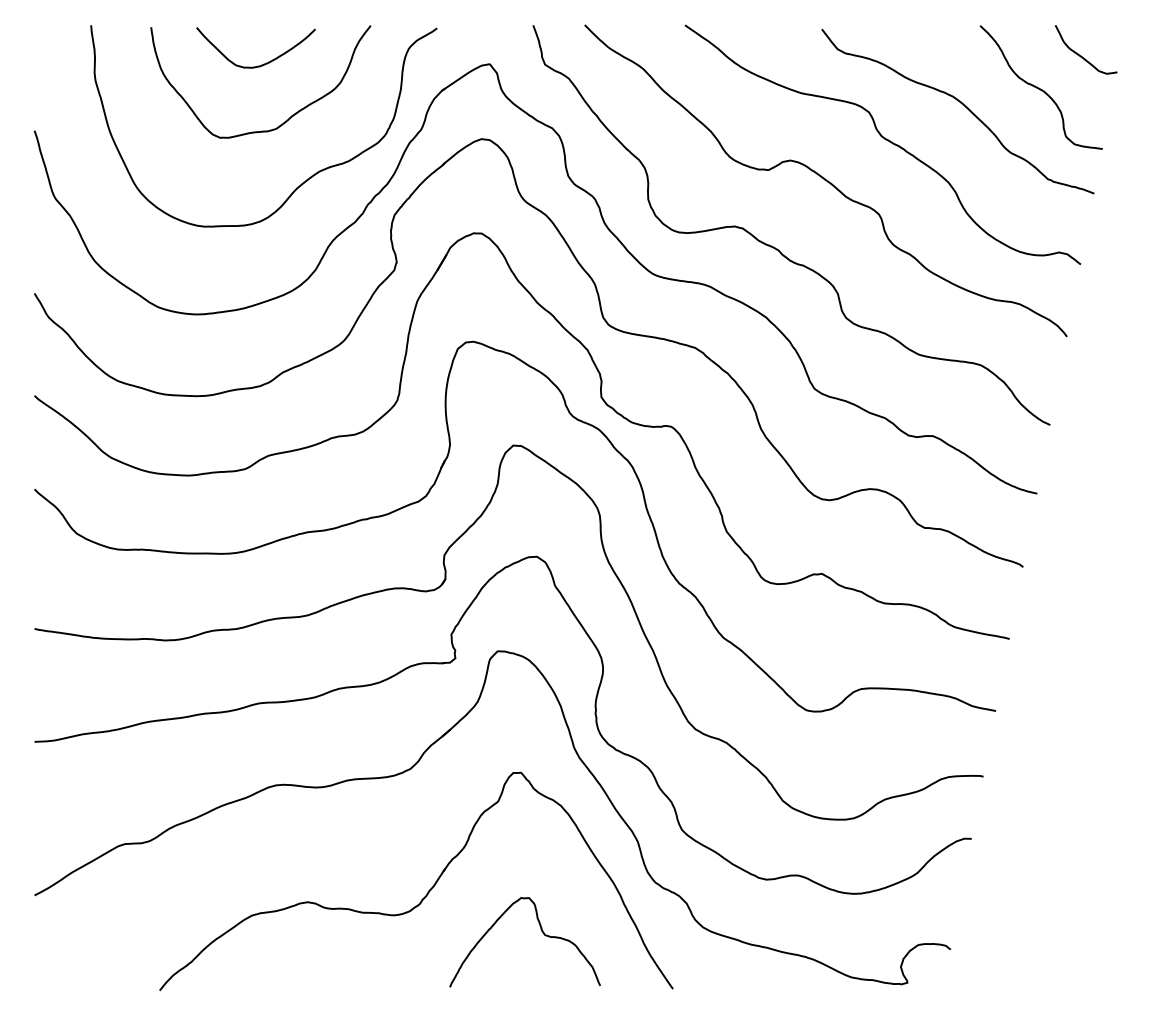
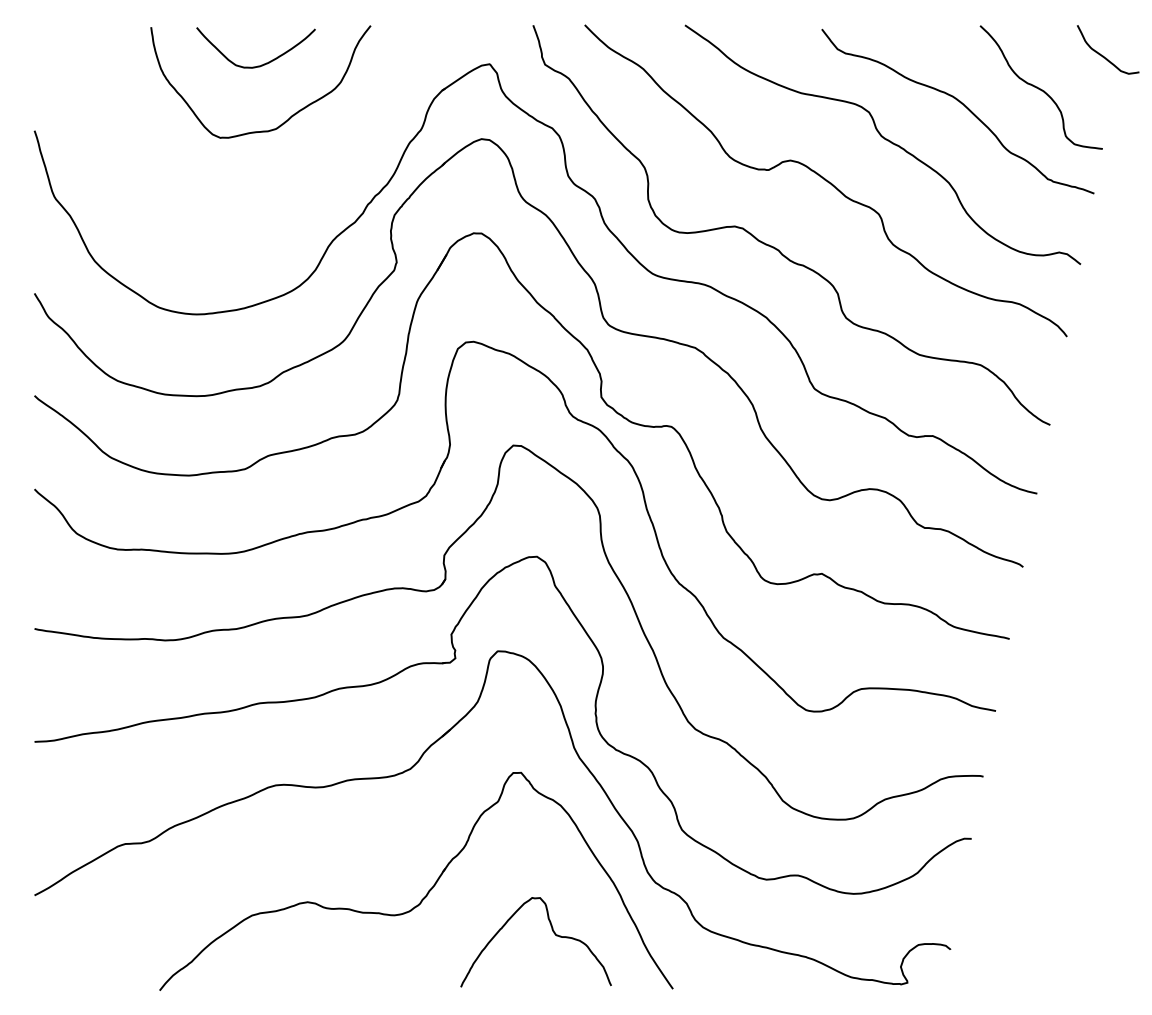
curve at (1081, 55) position: (1081, 55) -> (1103, 55)
curve at (307, 178): present -> none
curve at (542, 933) position: (542, 933) -> (553, 933)
